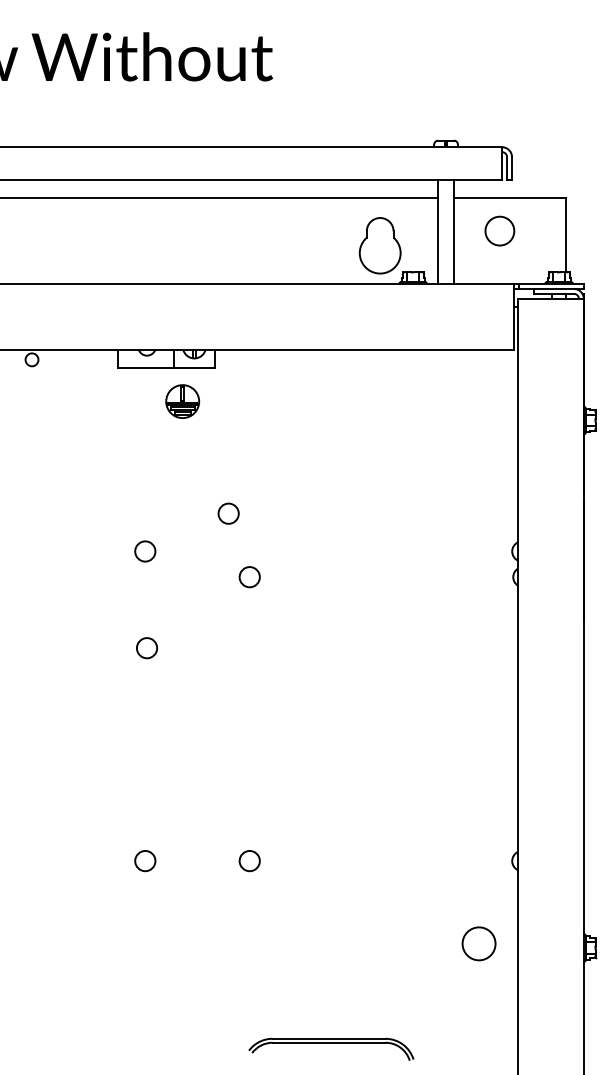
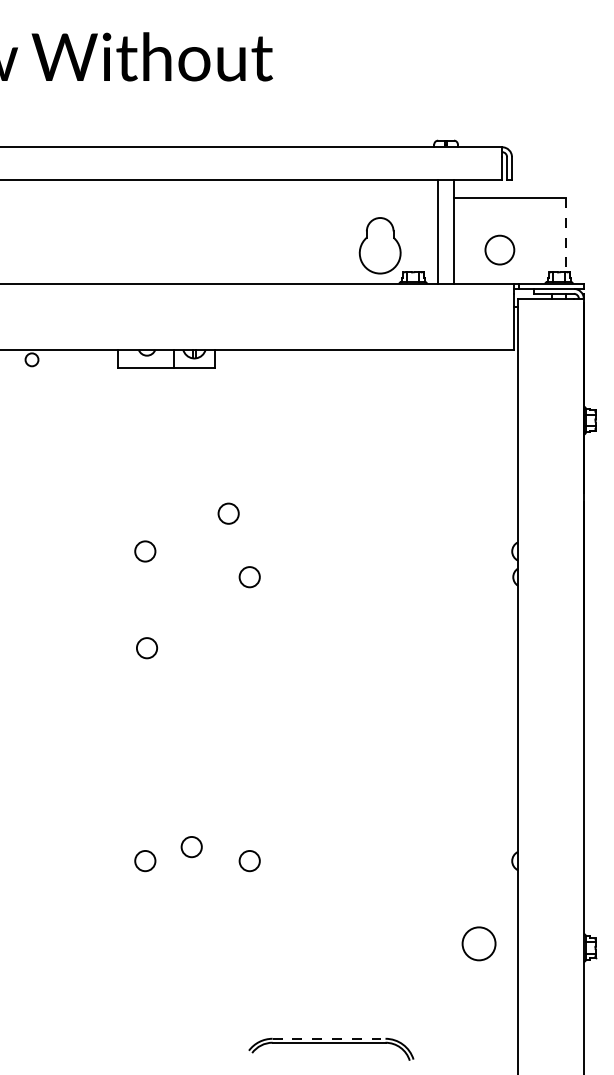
line at (219, 198): present -> none
circle at (499, 230) position: (499, 230) -> (499, 249)
line at (565, 235): solid -> dashed
part at (182, 401): present -> none
circle at (191, 847): none -> present
line at (329, 1038): solid -> dashed
